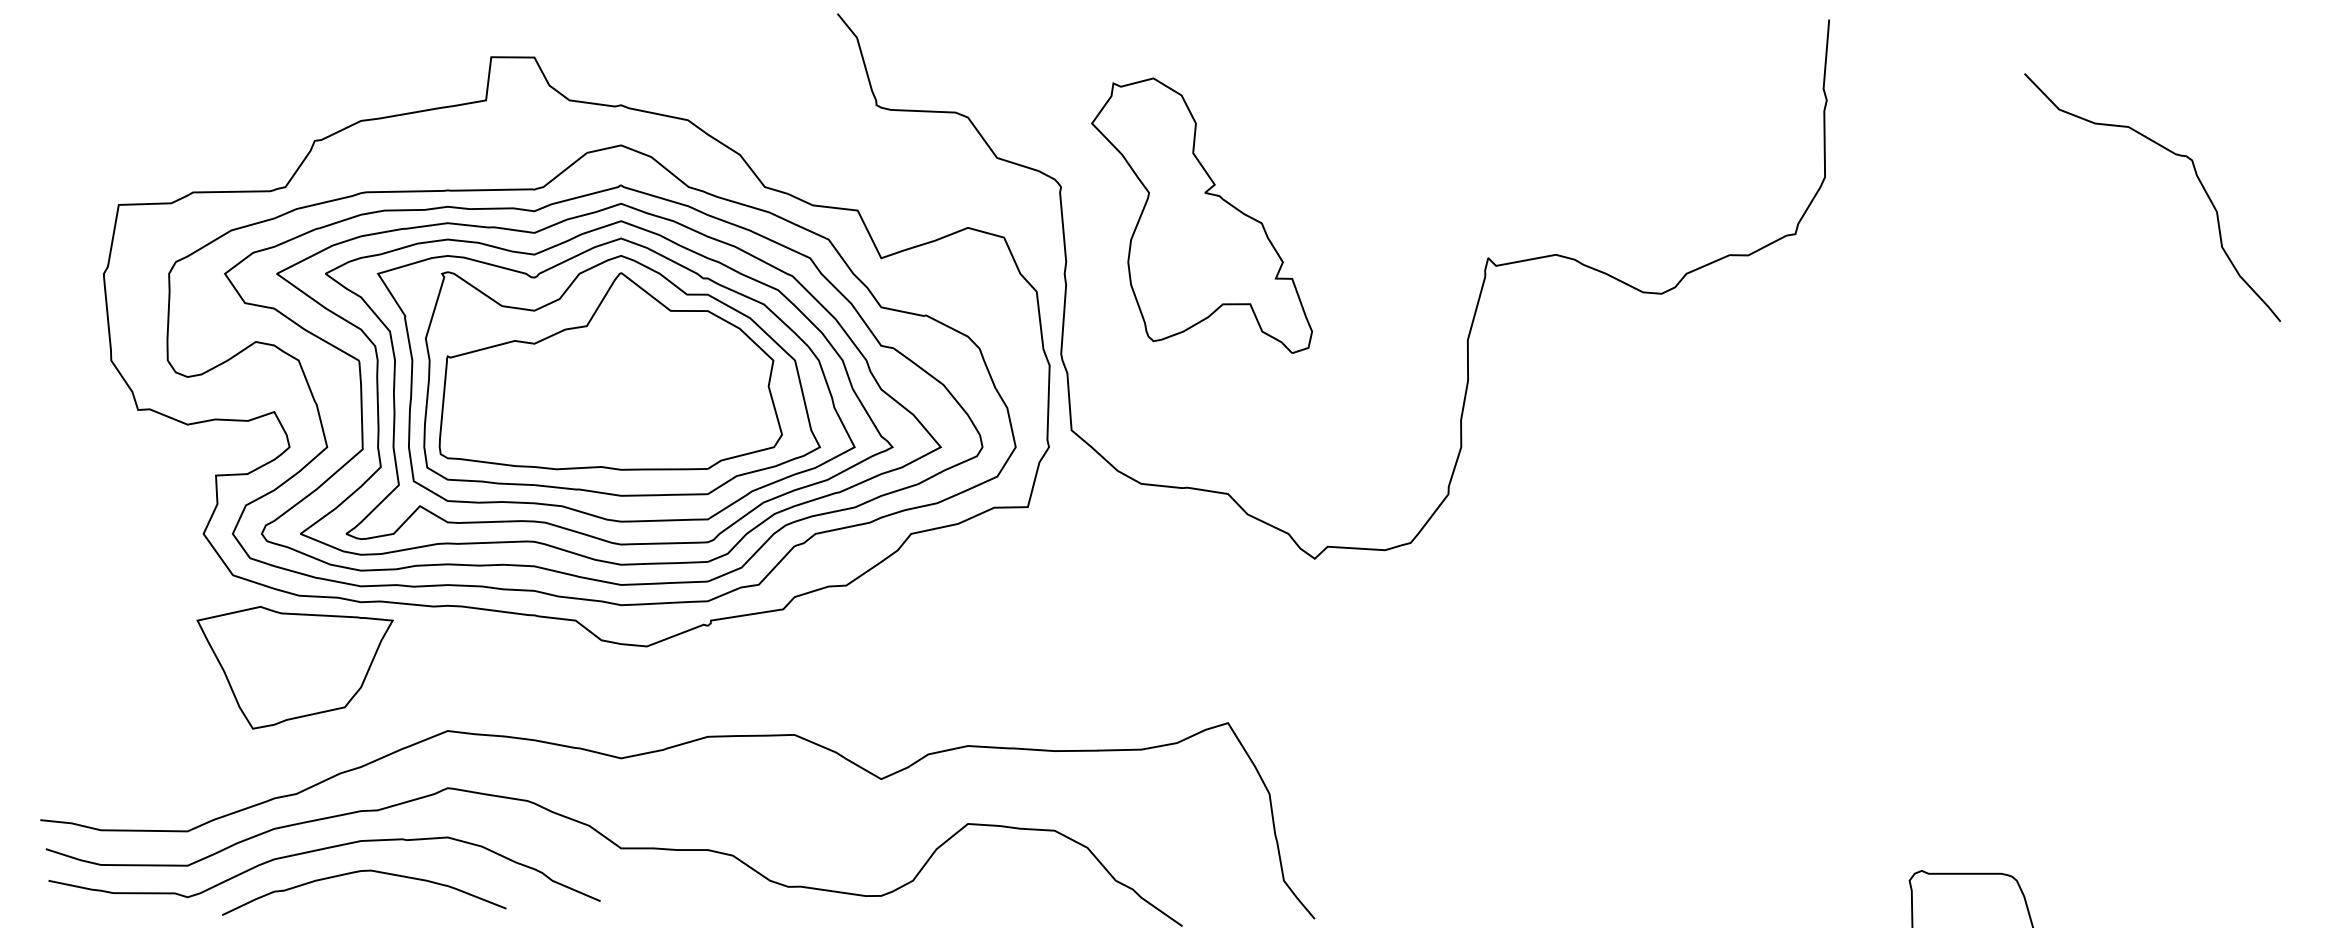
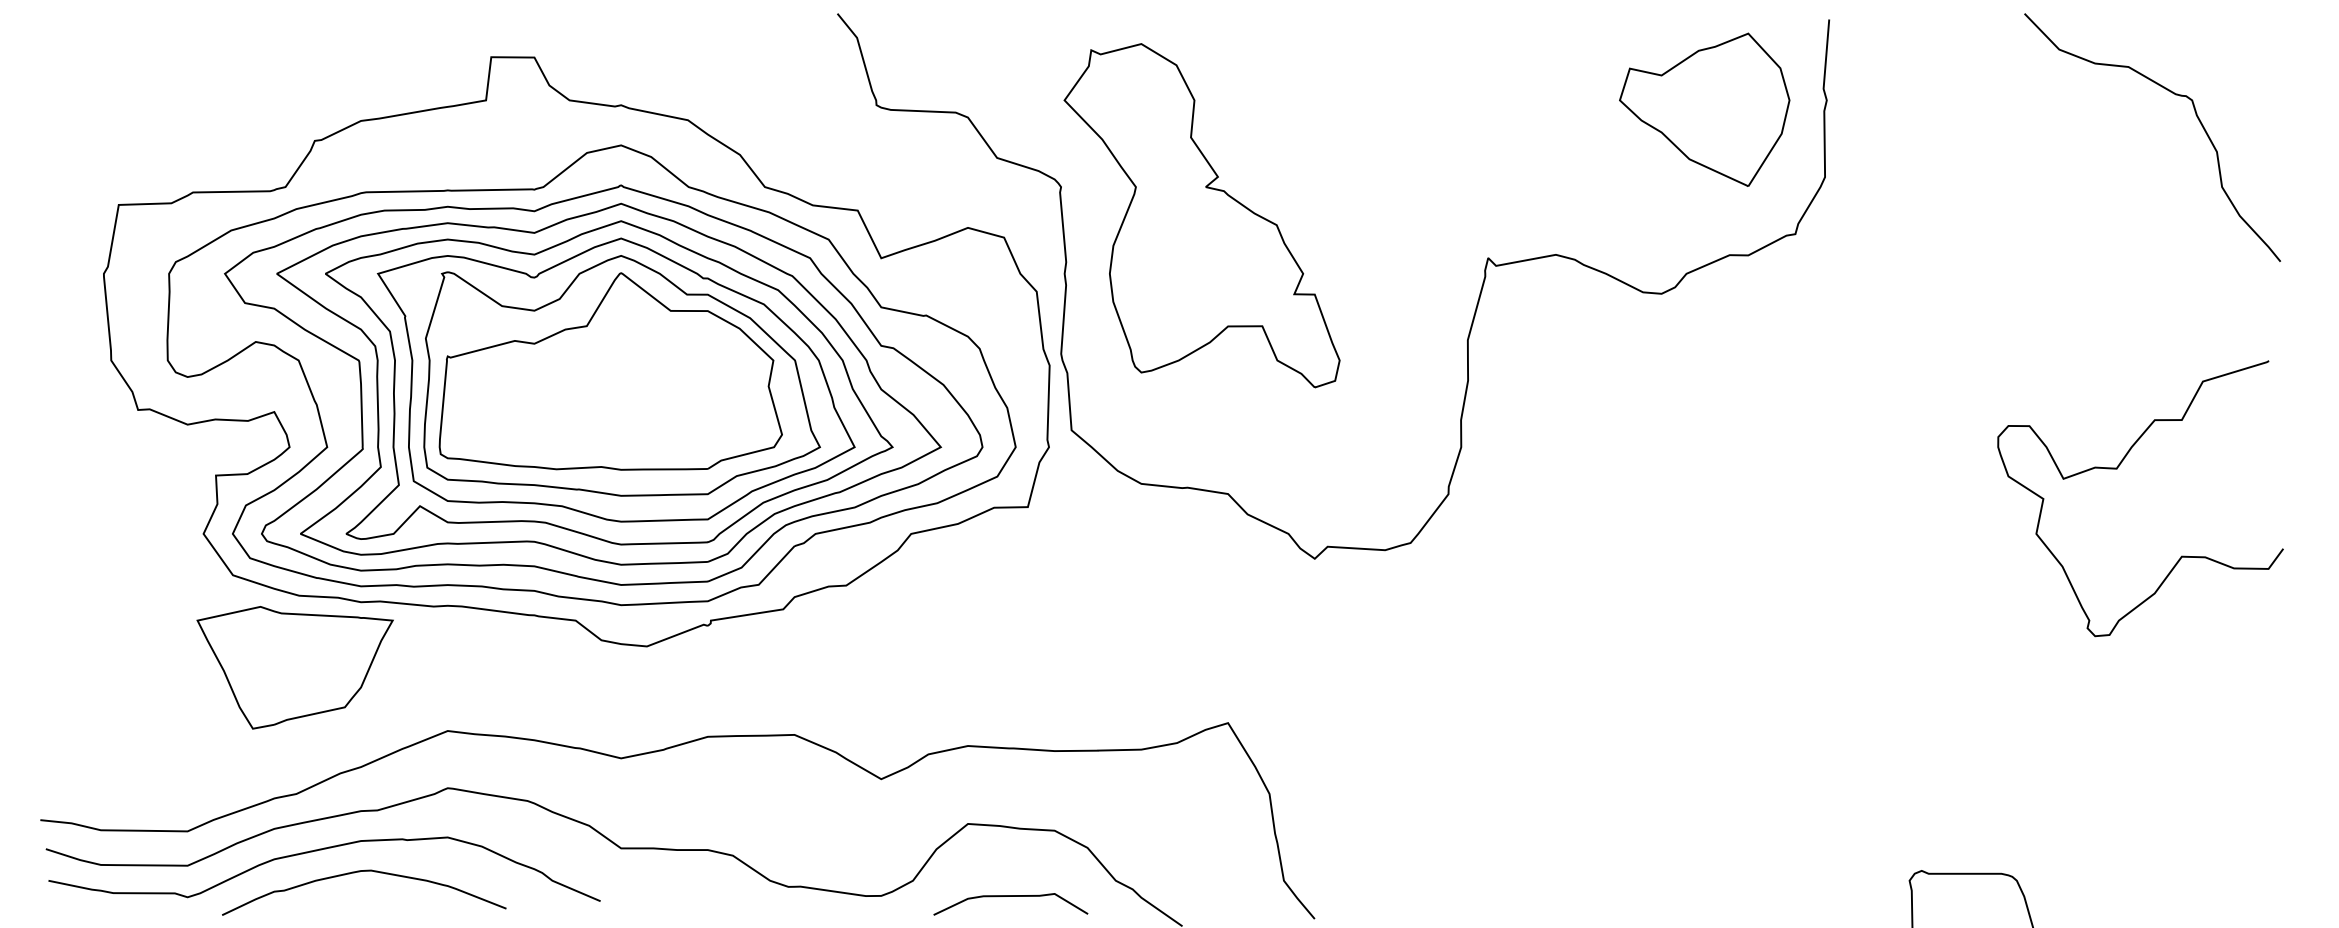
part at (1704, 109): none -> present
curve at (2175, 155) position: (2175, 155) -> (2175, 95)
part at (1201, 215) size: 222x277 px -> 278x346 px
curve at (2117, 469): none -> present
curve at (1010, 896): none -> present
